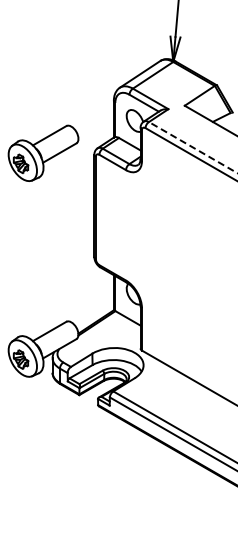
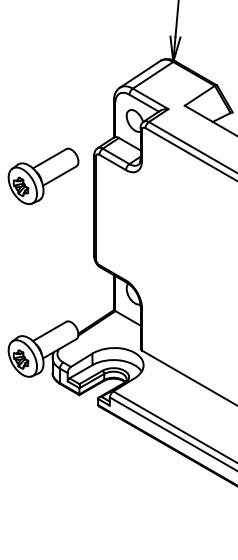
line at (193, 147): dashed -> solid
part at (43, 152) position: (43, 152) -> (43, 175)
